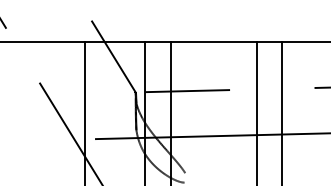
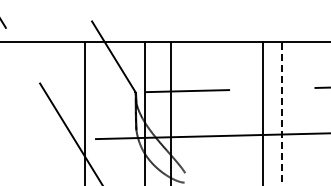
line at (256, 112) position: (256, 112) -> (262, 112)
line at (282, 113): solid -> dashed
